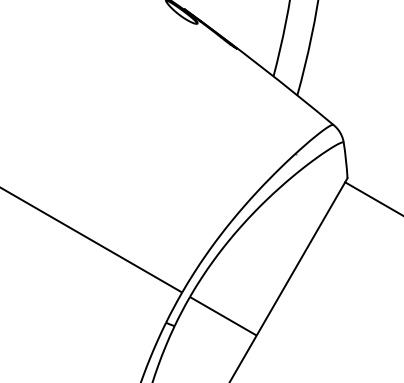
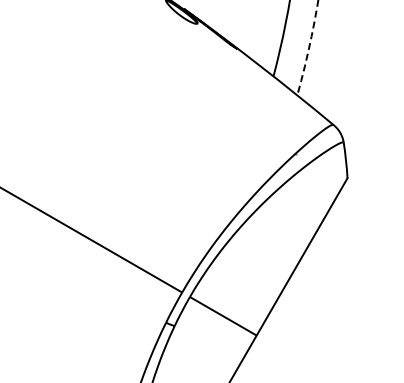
arc at (309, 47): solid -> dashed
line at (372, 198): present -> none
